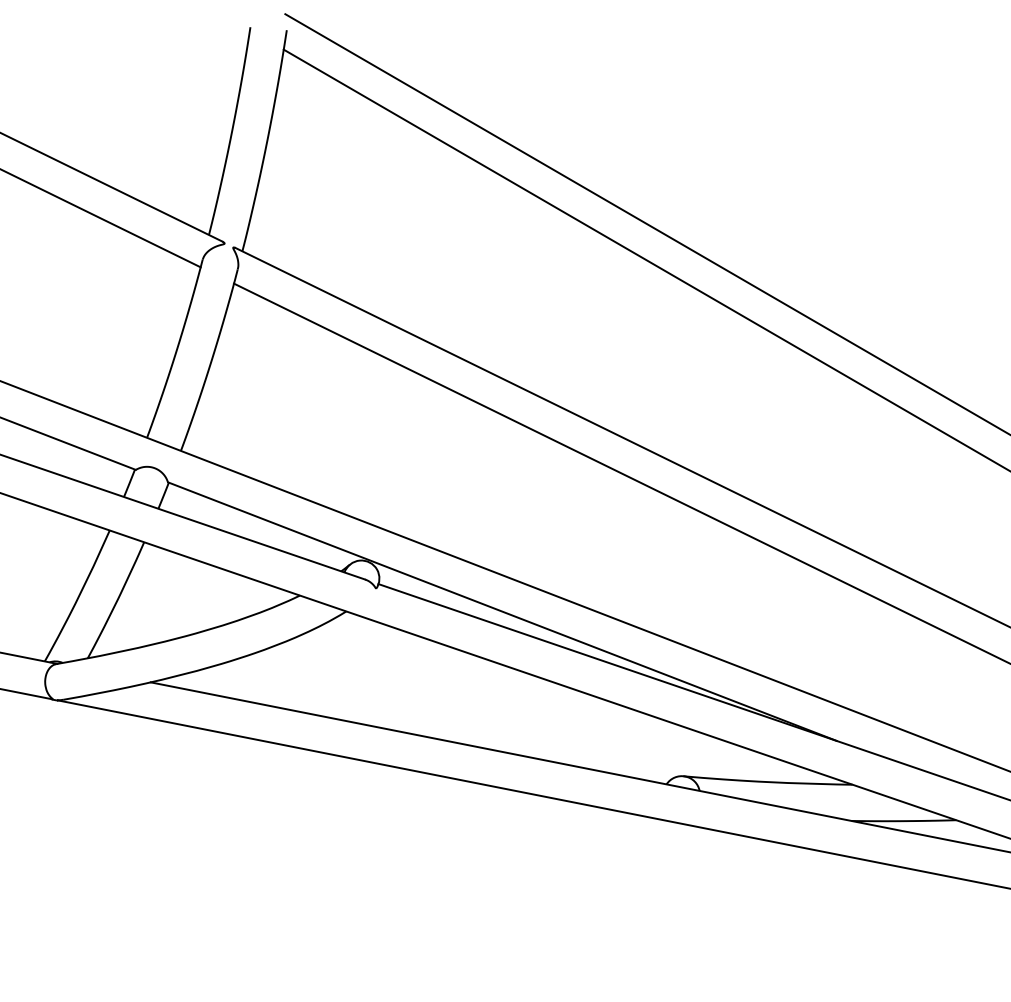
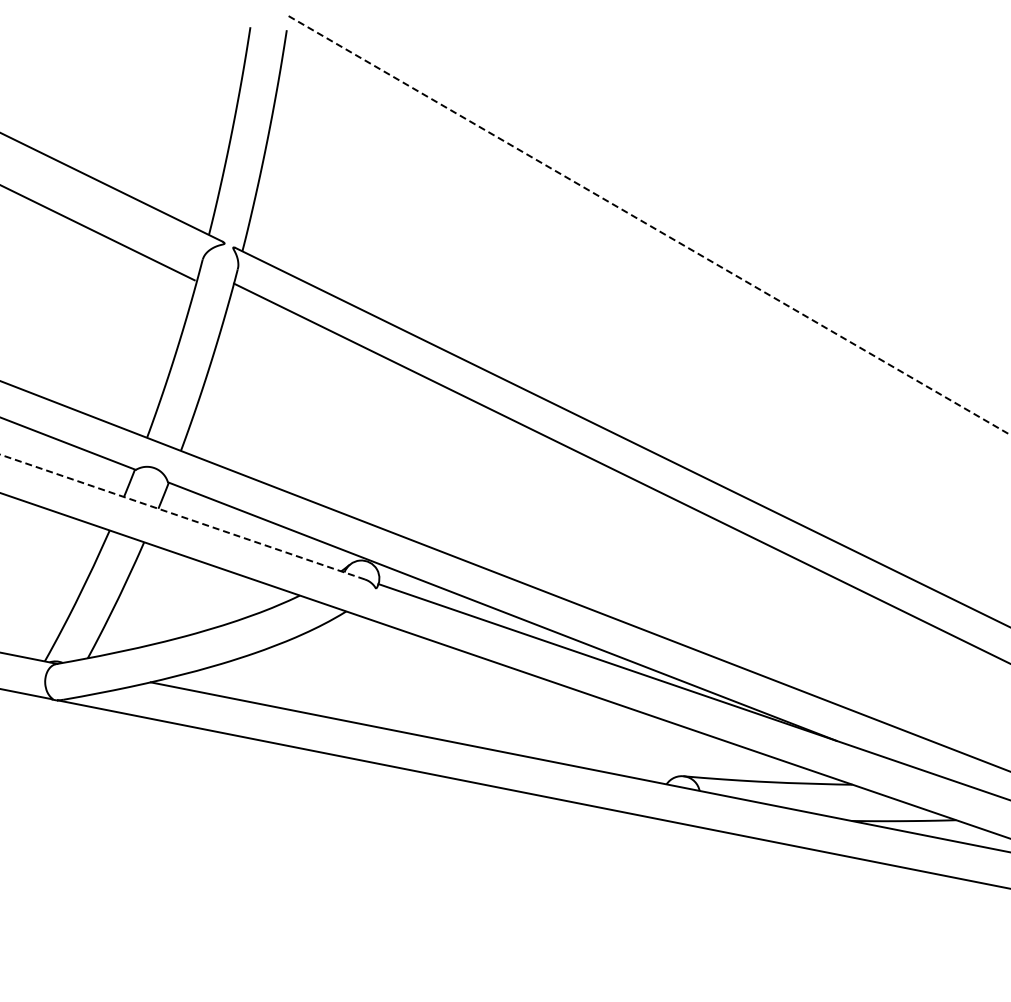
line at (101, 218) position: (101, 218) -> (98, 233)
line at (647, 224): solid -> dashed
line at (645, 259): present -> none
line at (182, 517): solid -> dashed
